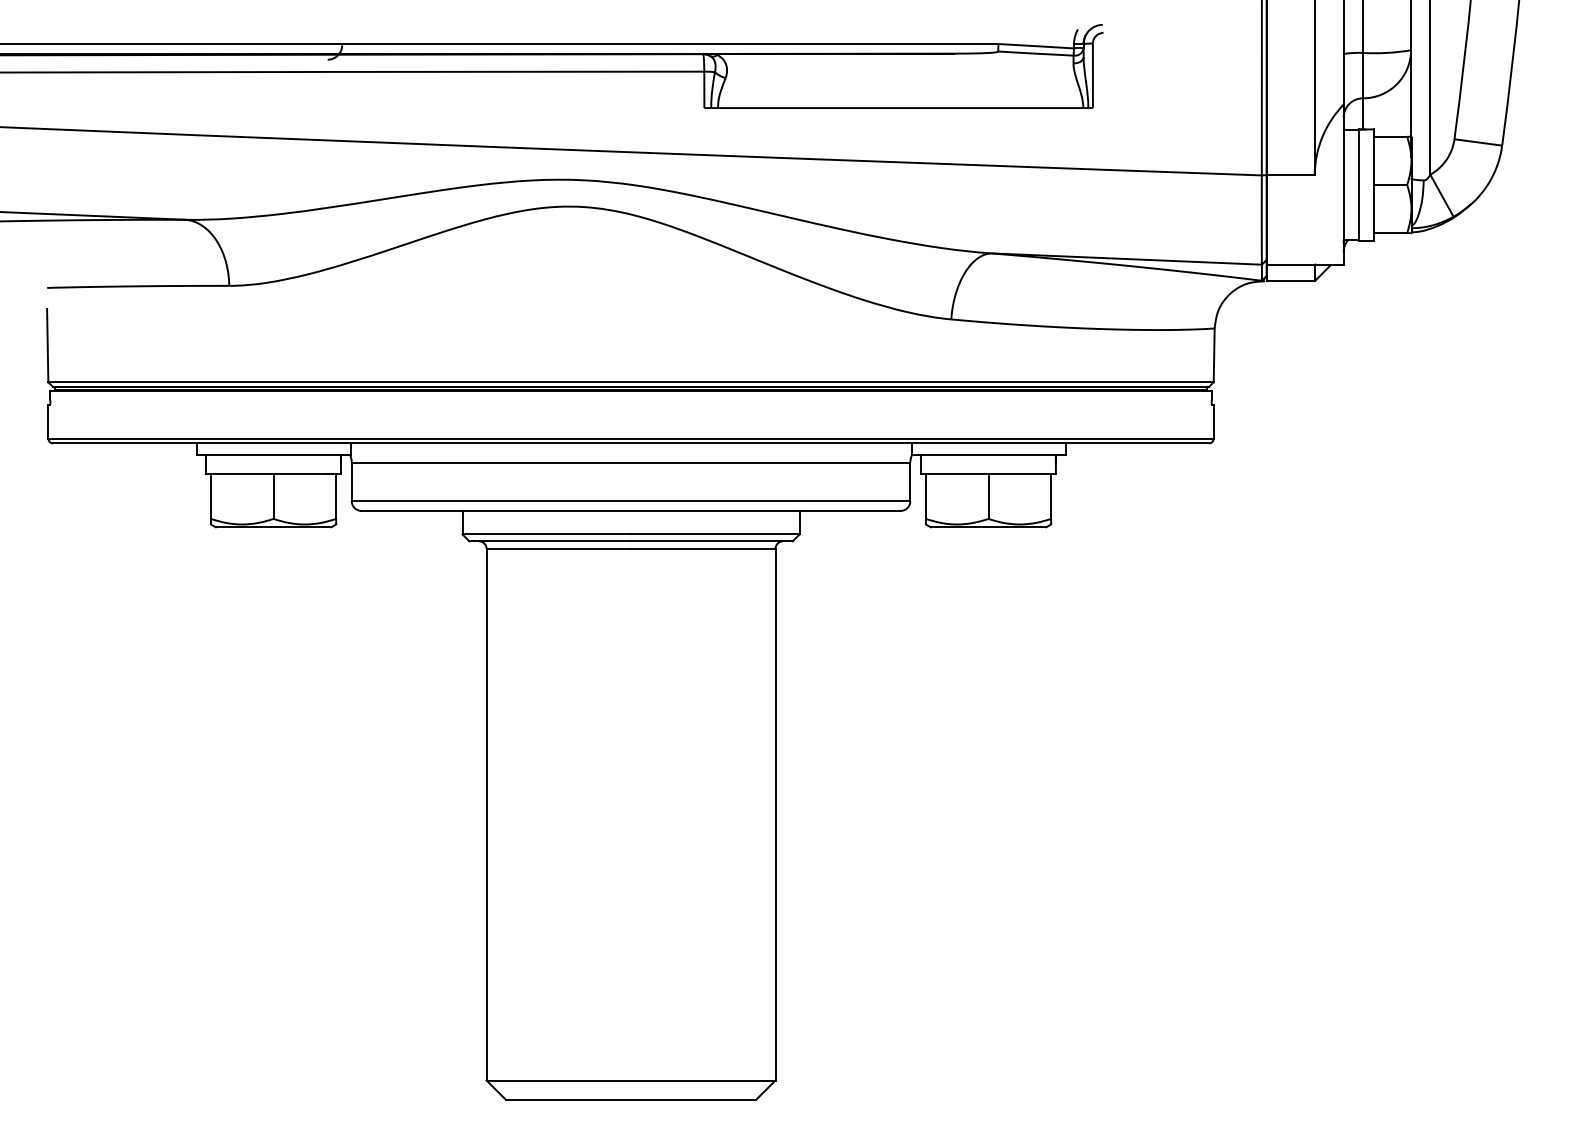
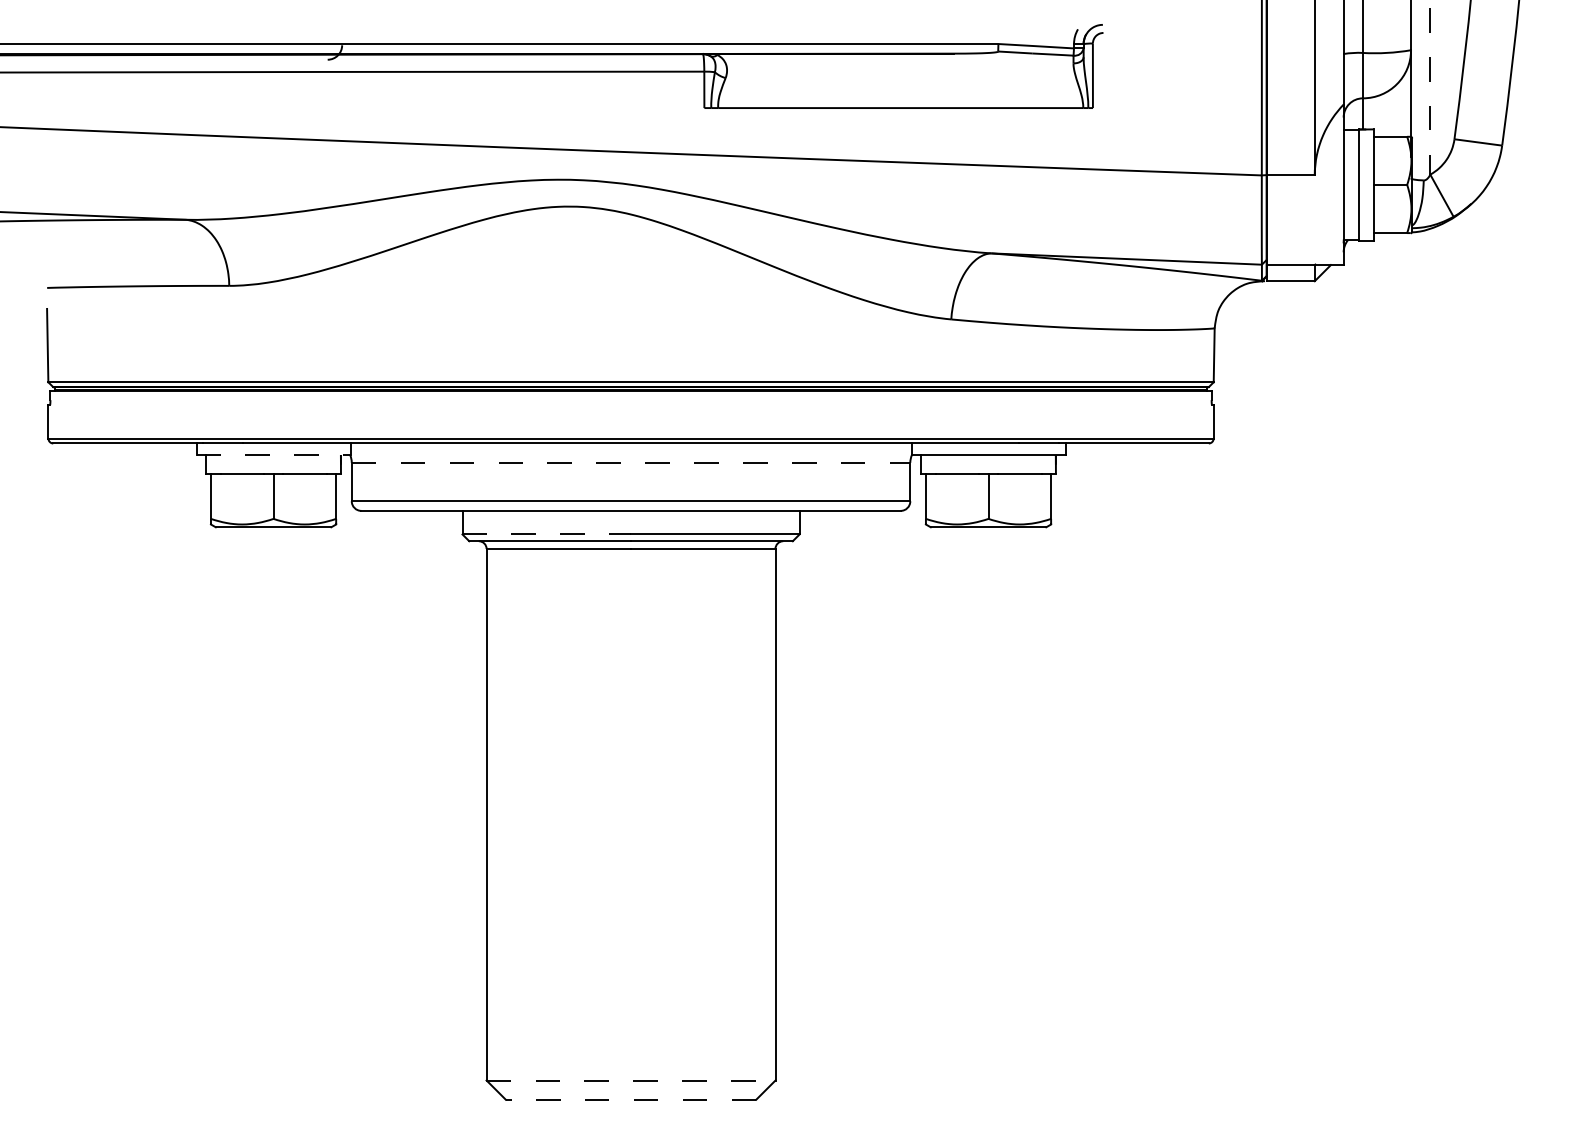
line at (1430, 87): solid -> dashed
line at (274, 455): solid -> dashed
line at (631, 462): solid -> dashed
line at (547, 534): solid -> dashed
line at (631, 1080): solid -> dashed
line at (630, 1099): solid -> dashed
